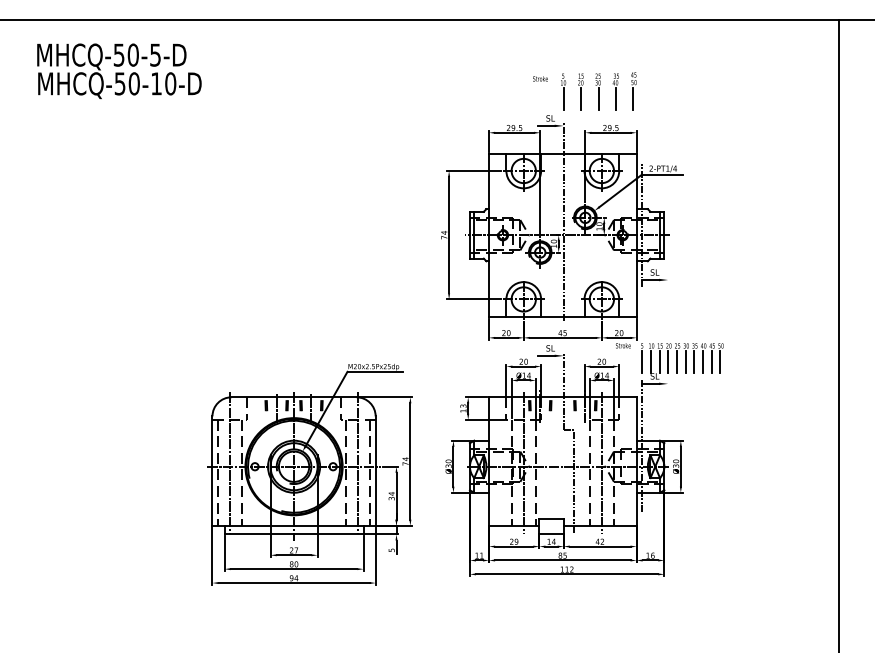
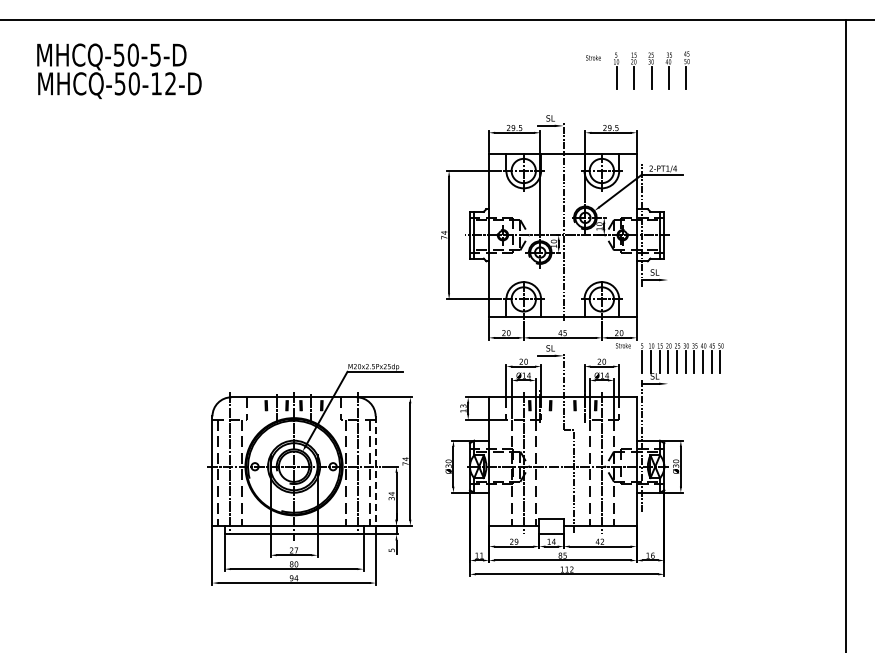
text at (170, 83): MHCQ-50-10-D -> MHCQ-50-12-D
part at (584, 91) position: (584, 91) -> (637, 70)
line at (838, 334) position: (838, 334) -> (845, 334)
line at (375, 471): solid -> dashed
